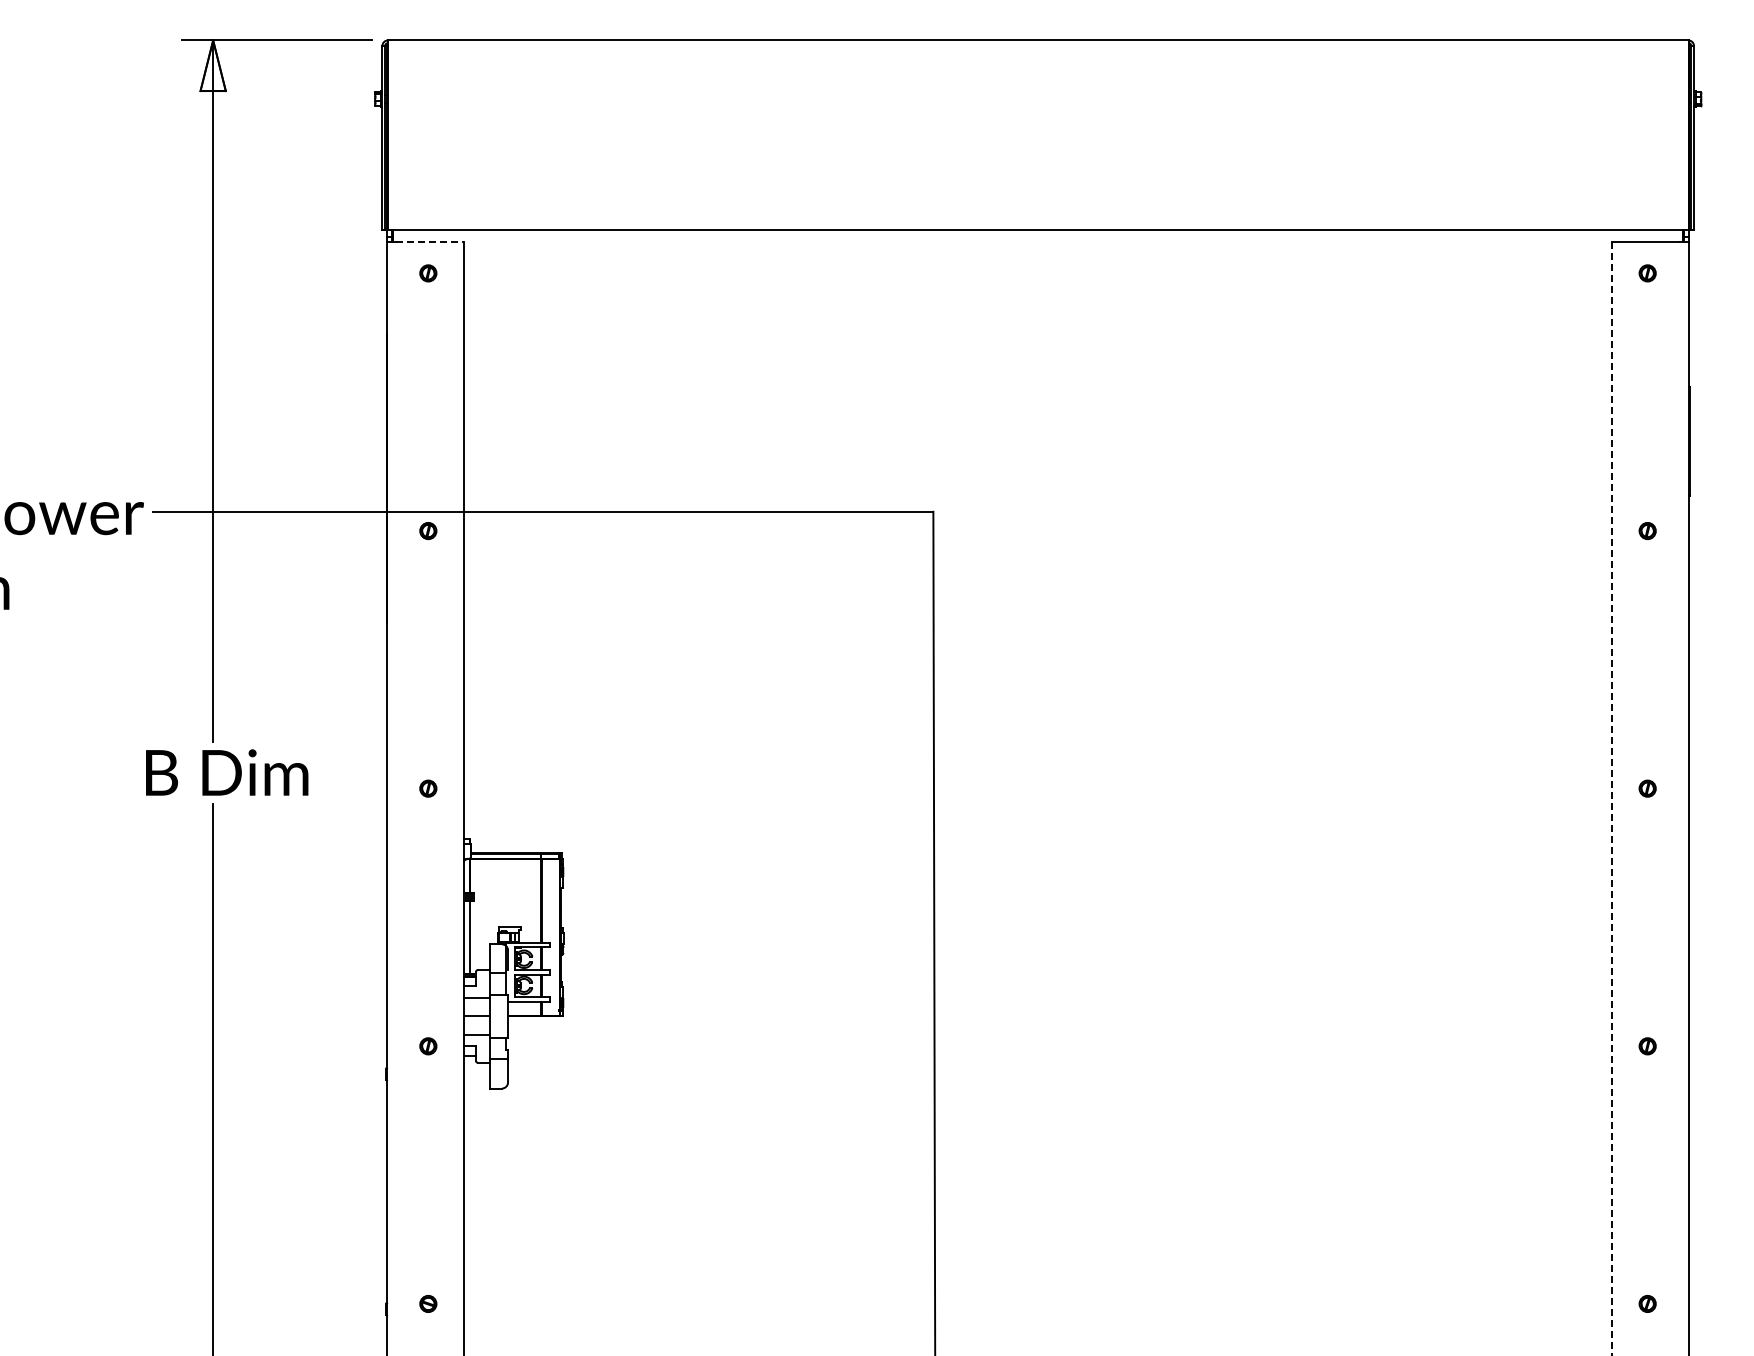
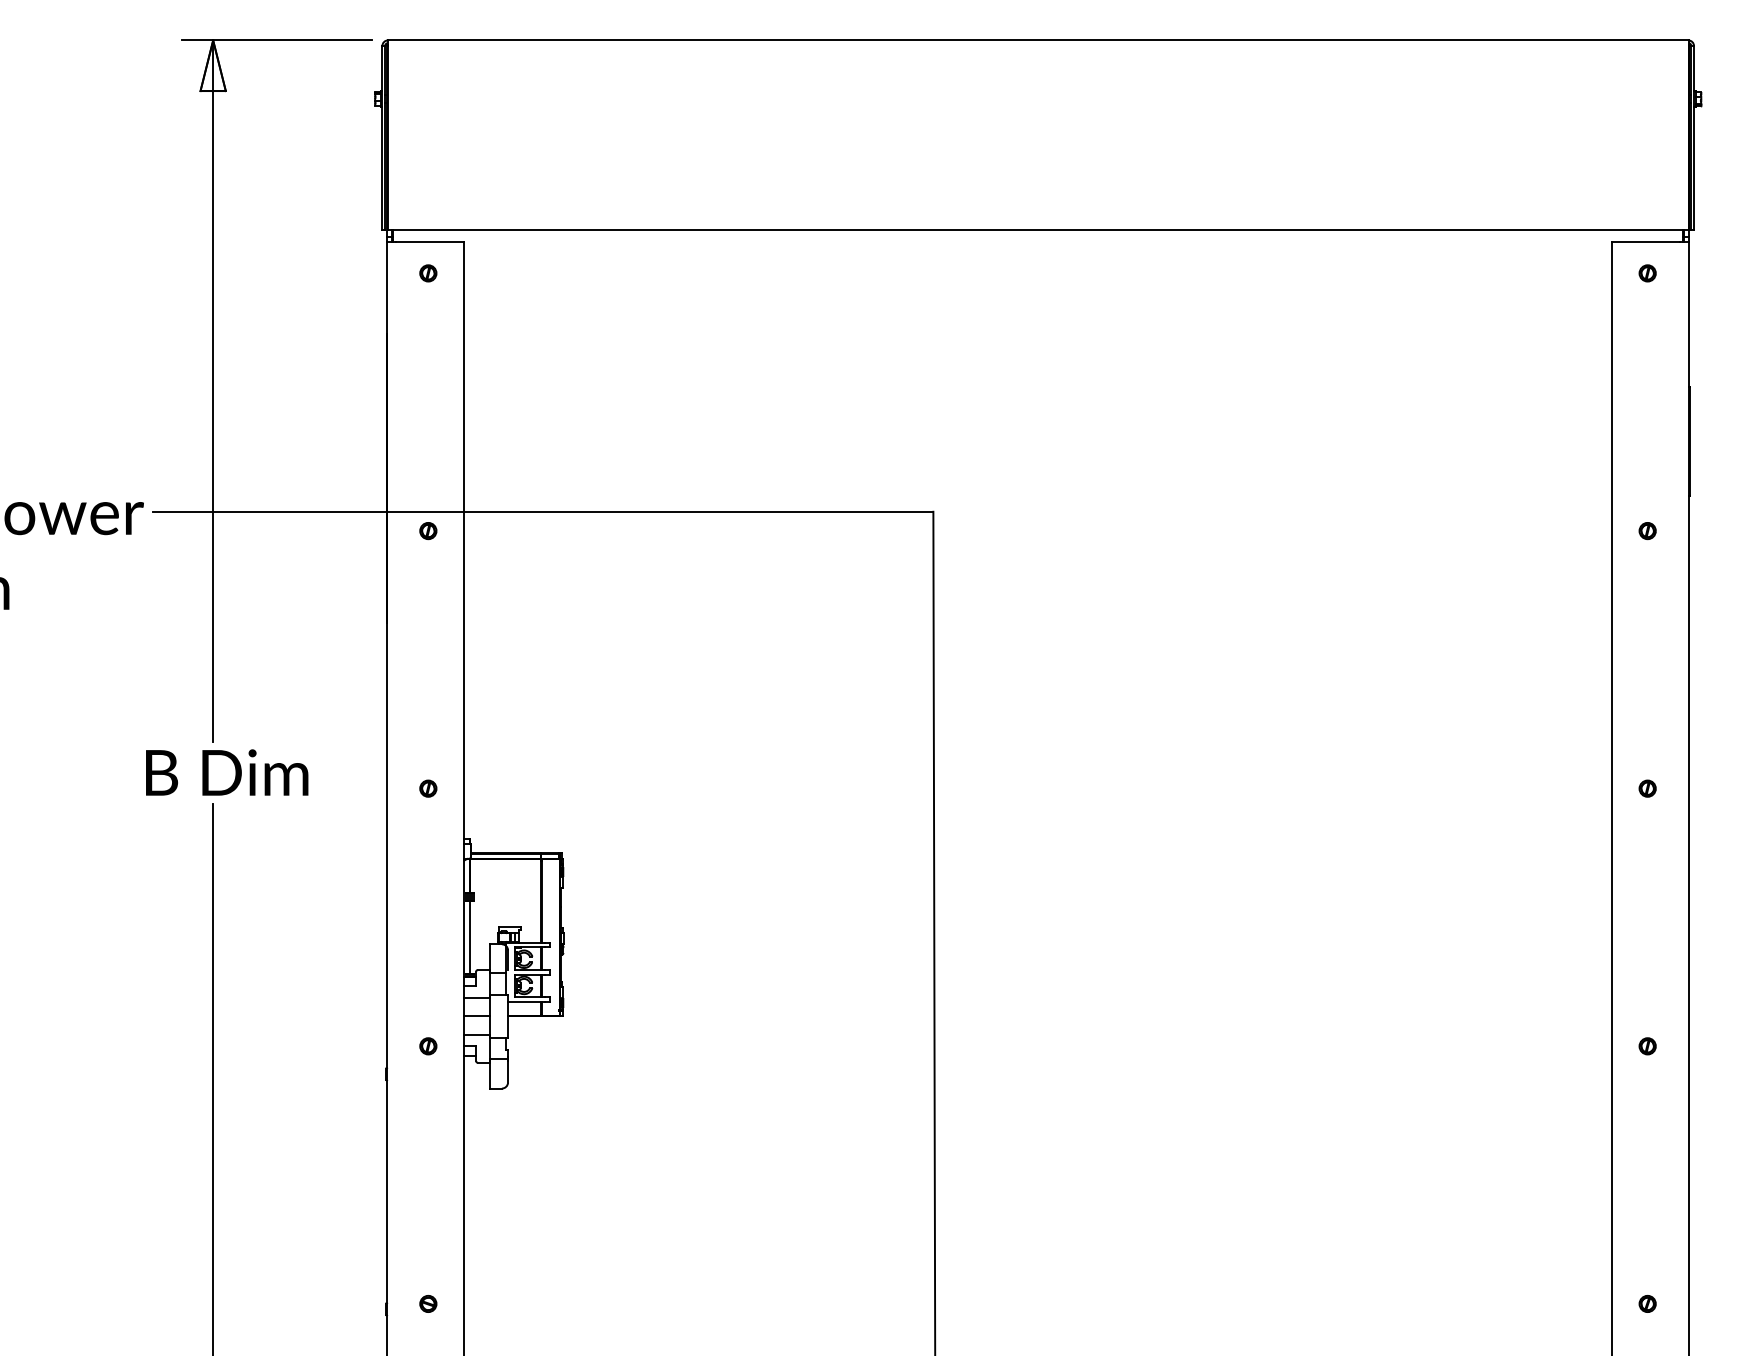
line at (430, 241): dashed -> solid
line at (1611, 798): dashed -> solid
